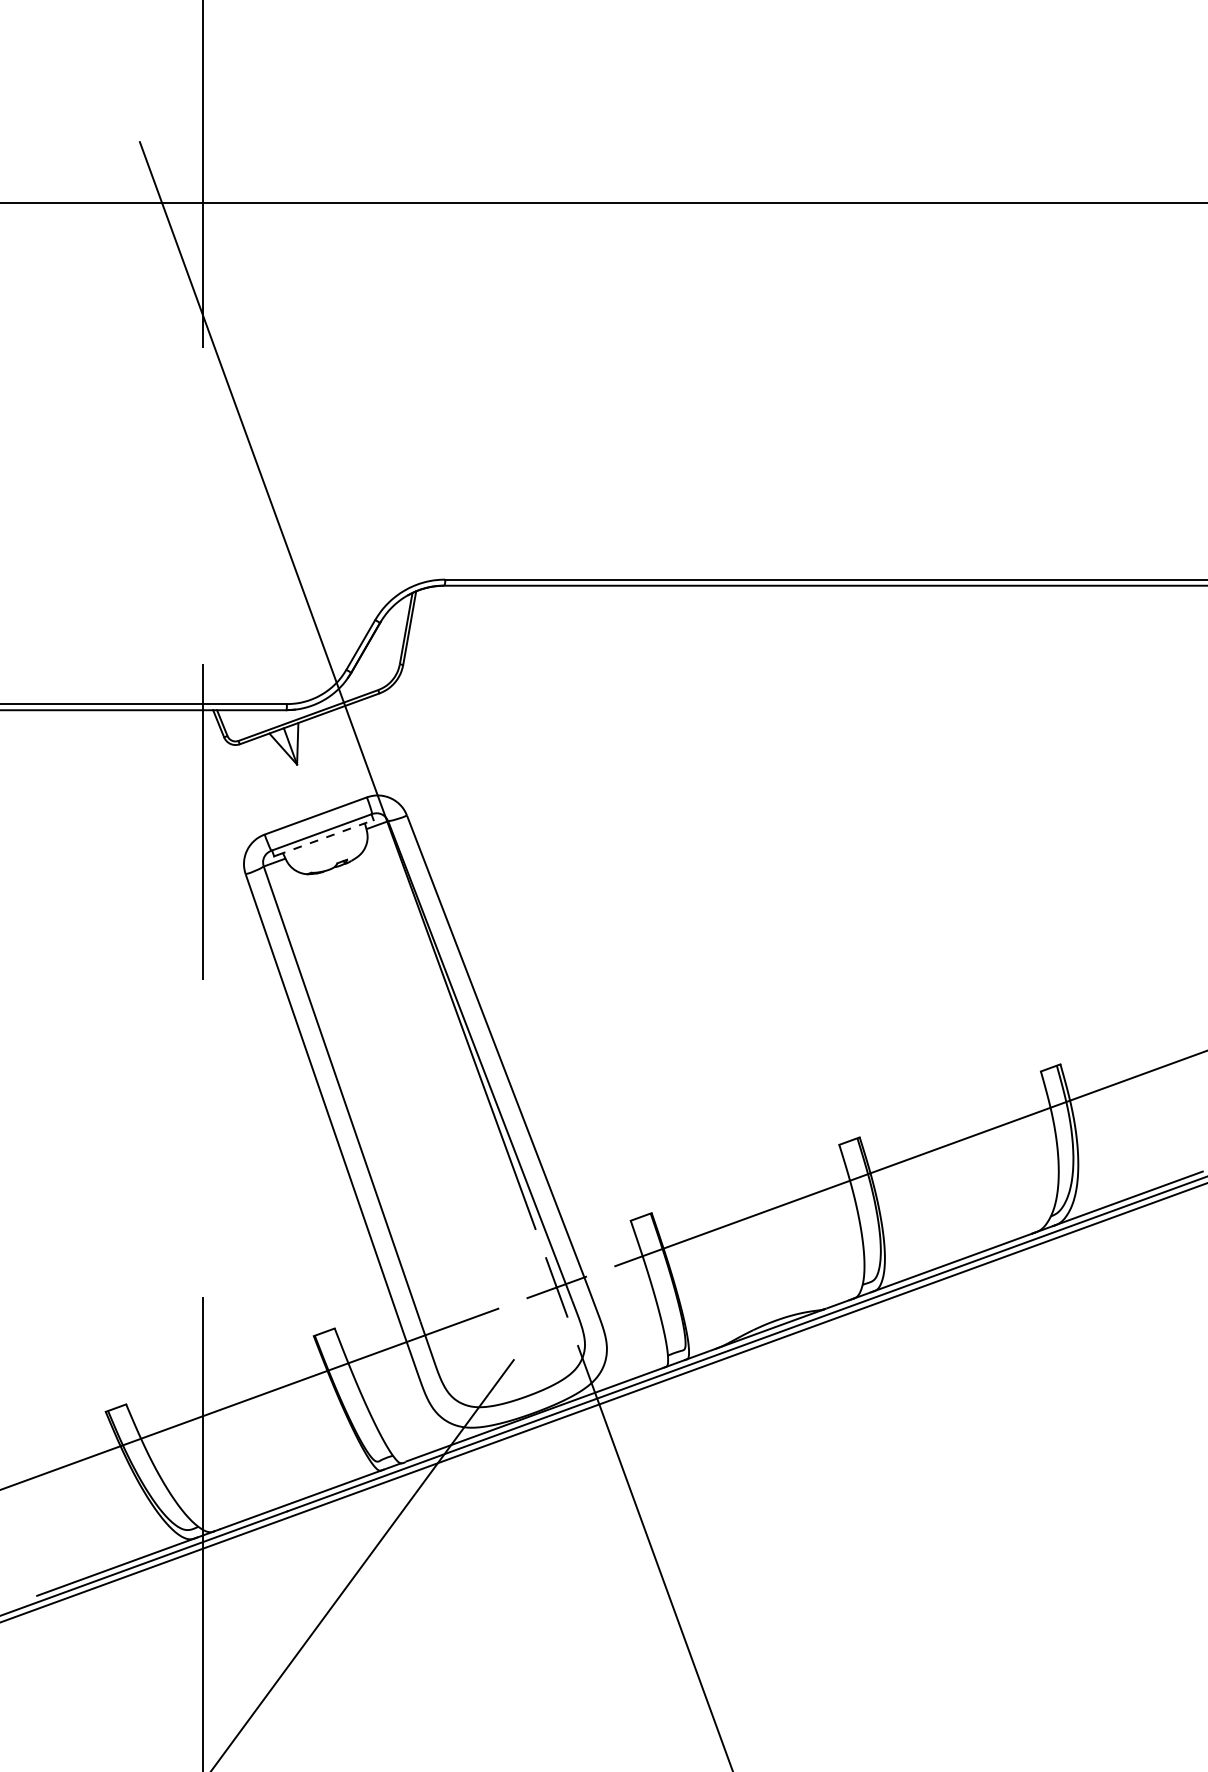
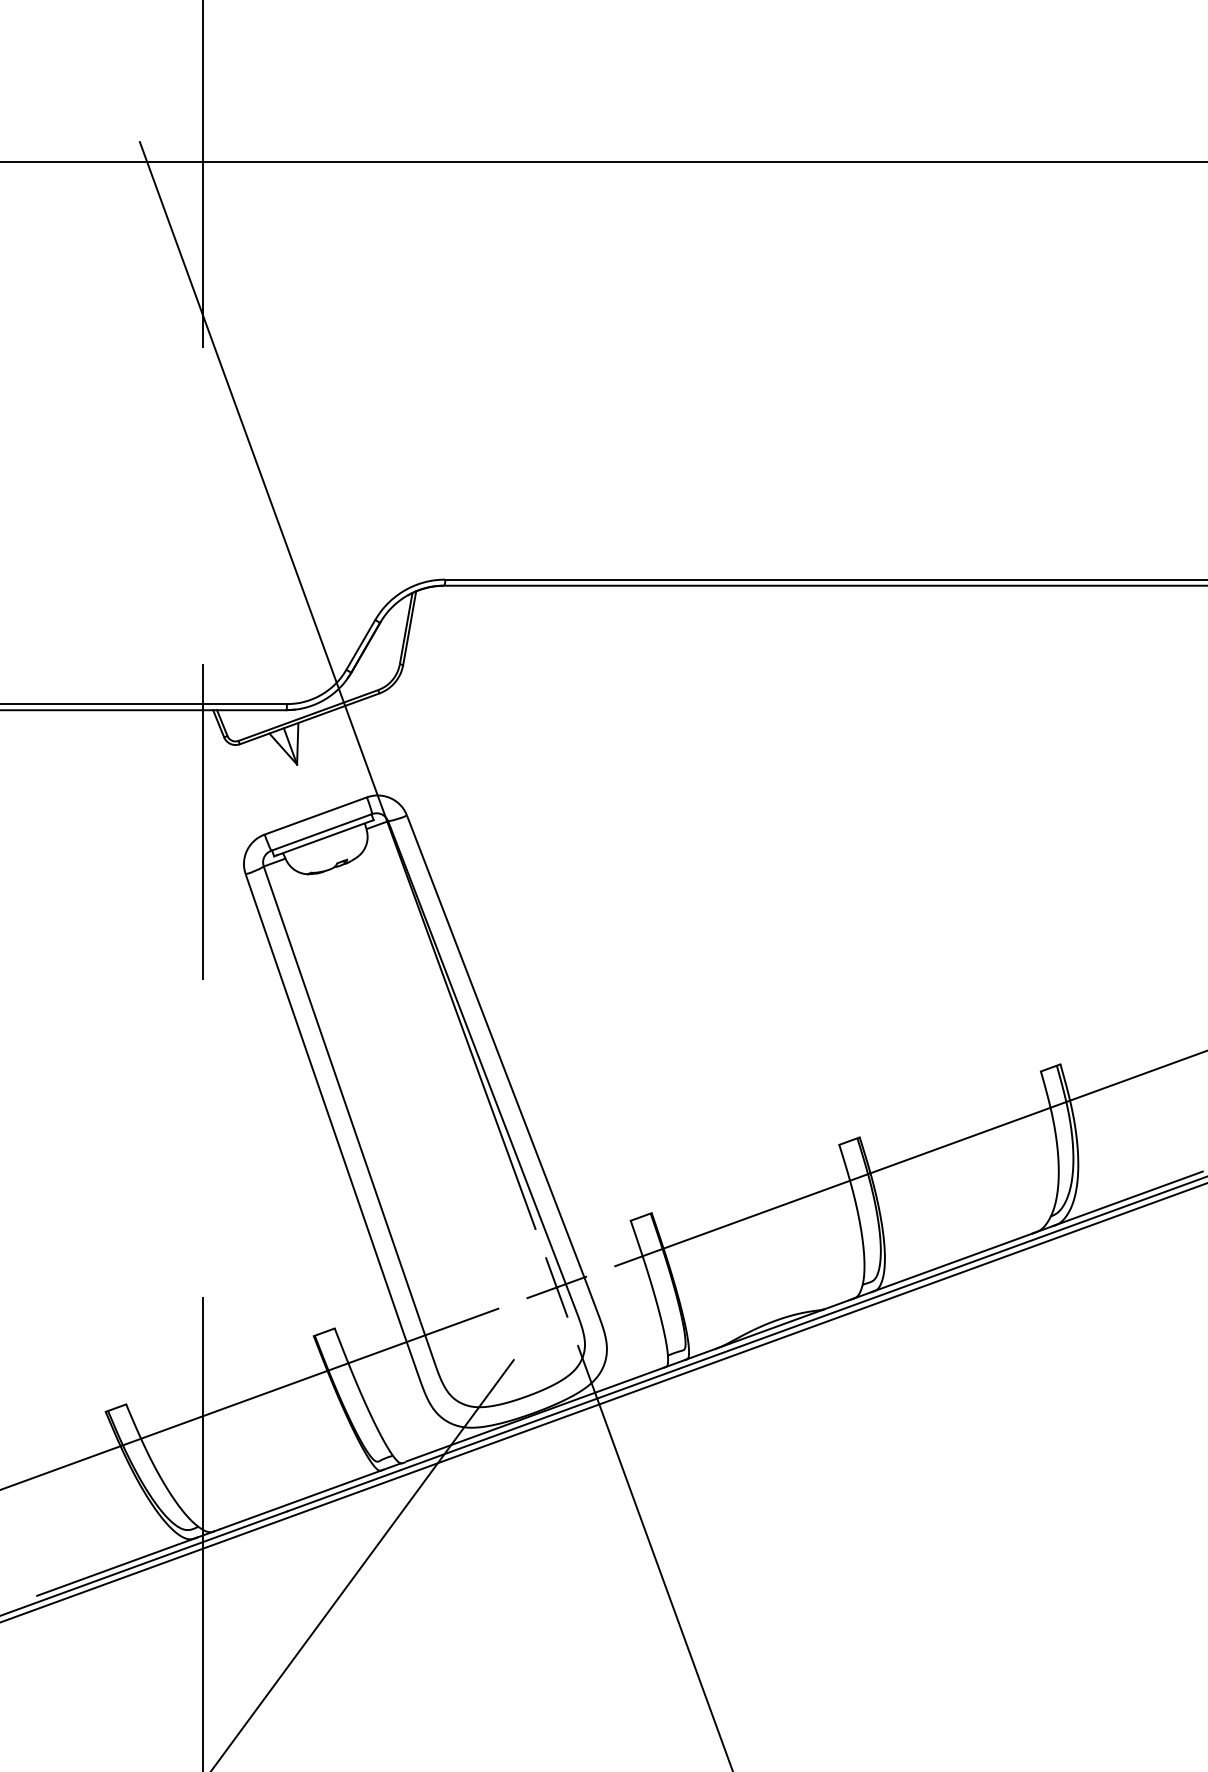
line at (603, 203) position: (603, 203) -> (603, 162)
line at (325, 837): dashed -> solid
